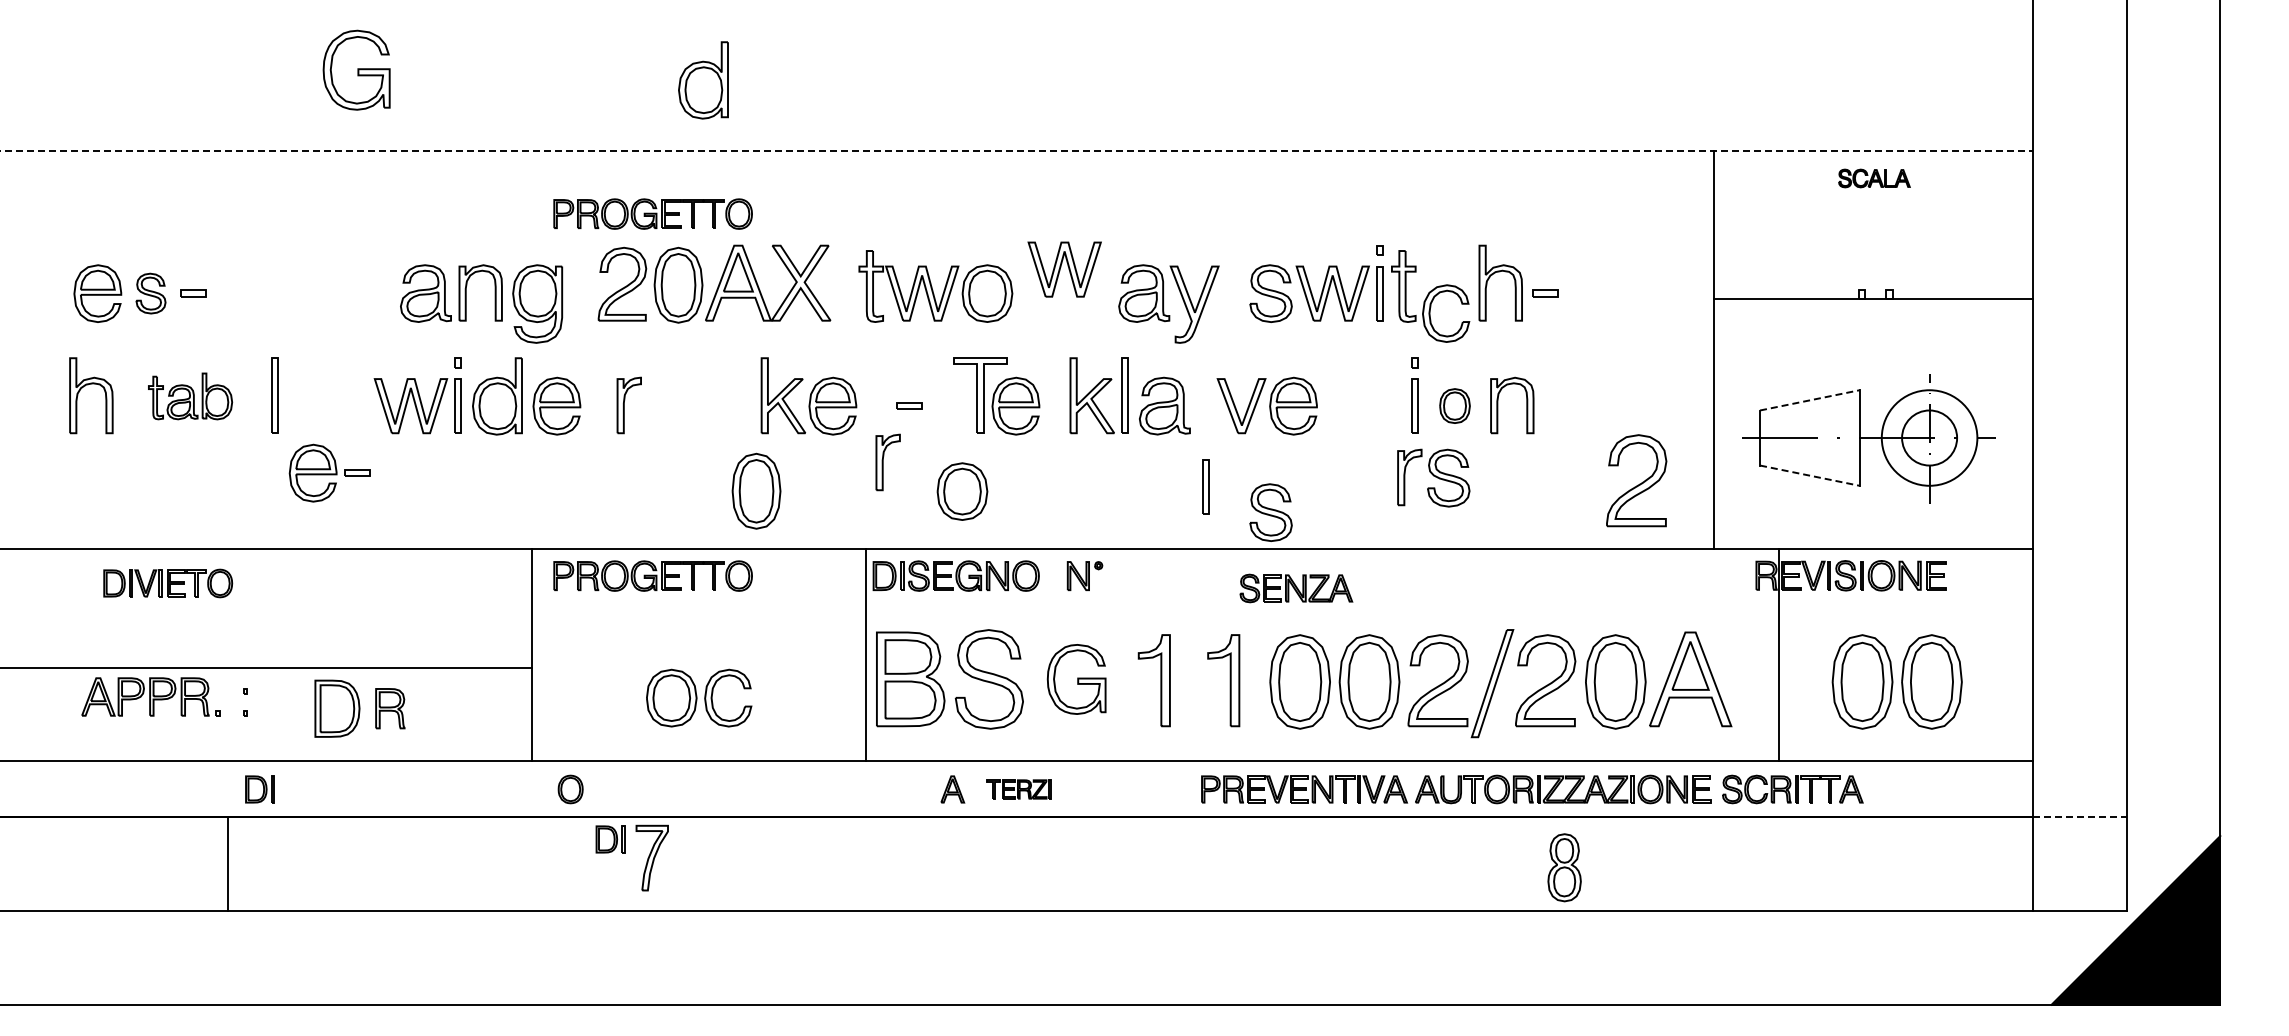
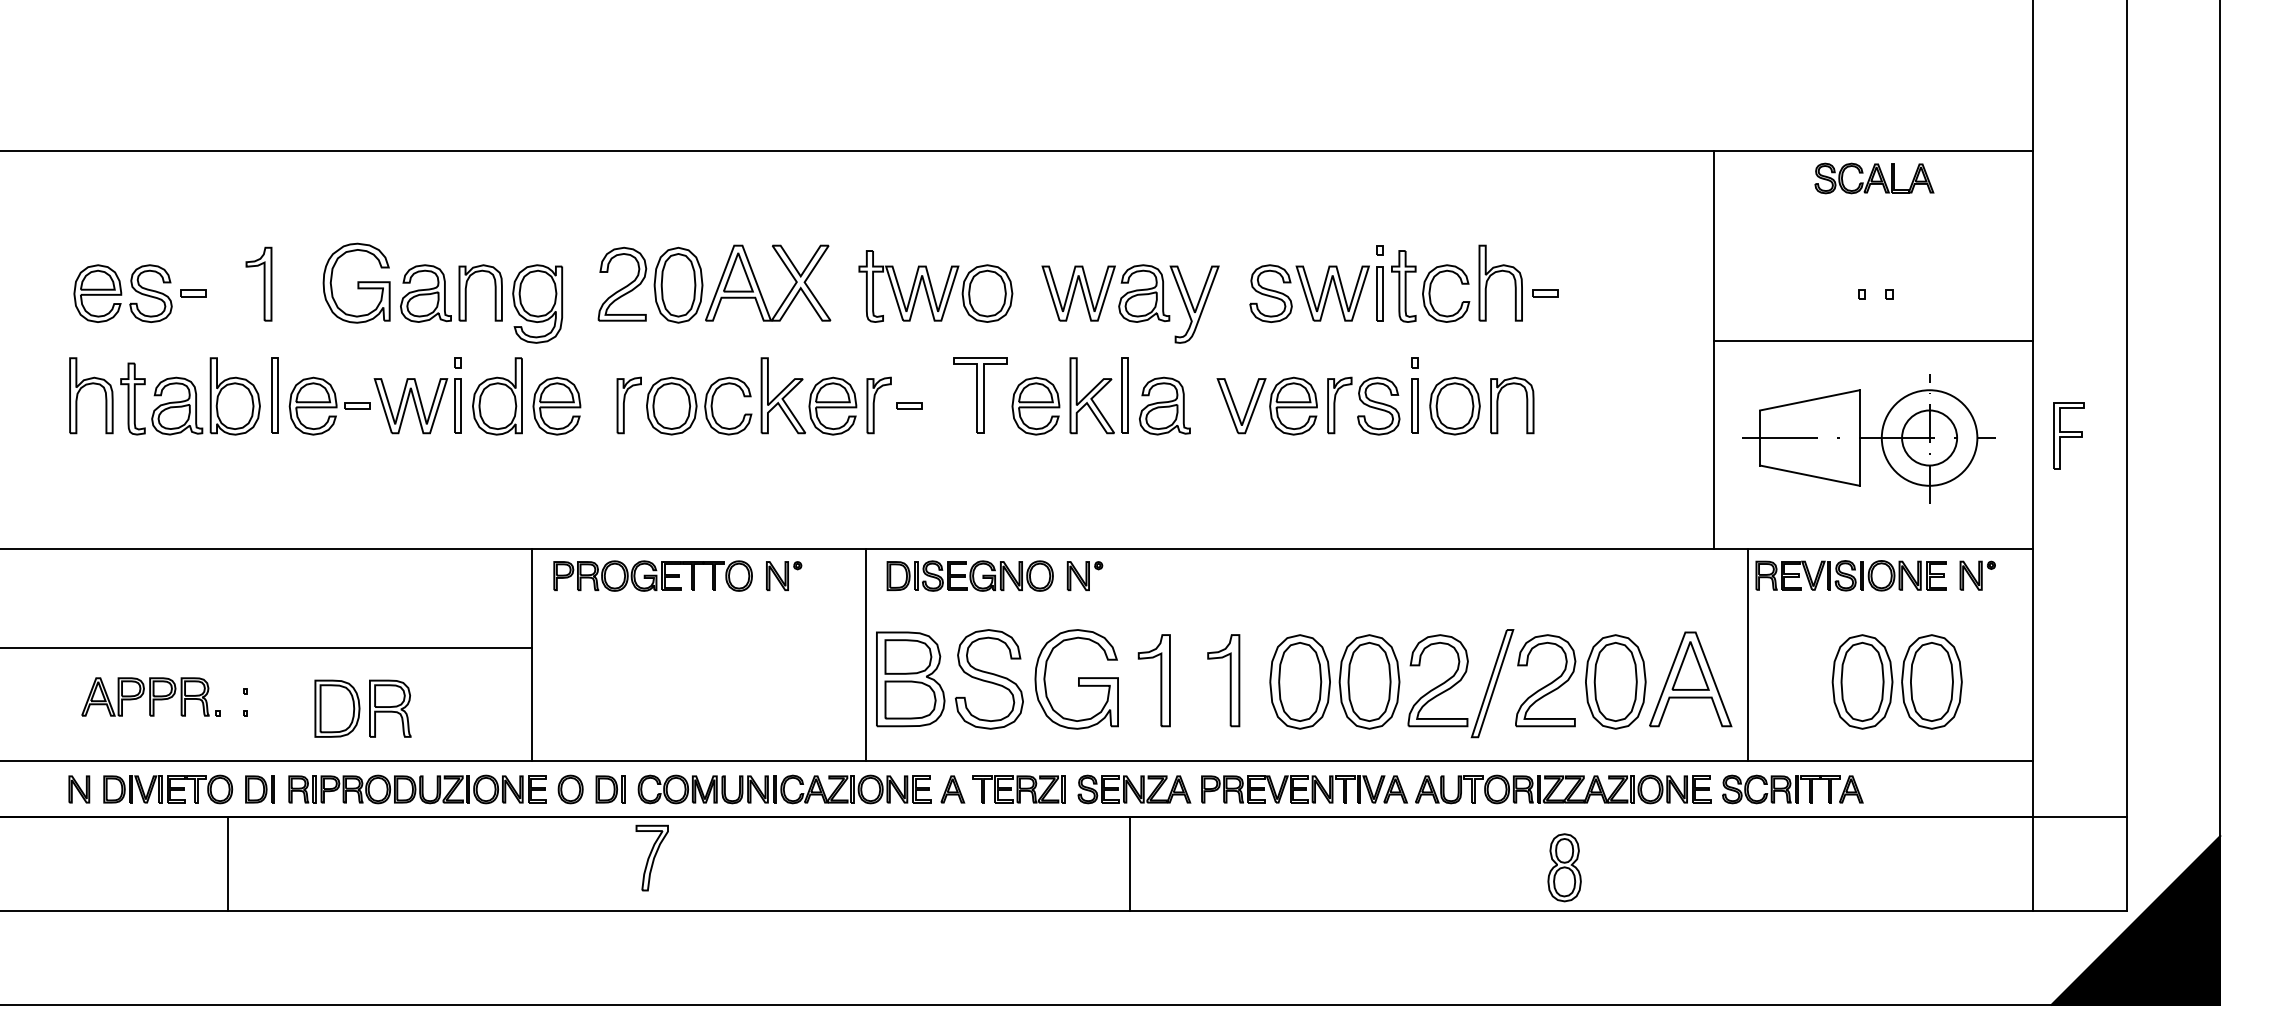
part at (356, 69) position: (356, 69) -> (356, 282)
part at (703, 80): present -> none
line at (1017, 151): dashed -> solid
part at (1874, 178) size: 73x21 px -> 121x33 px
part at (652, 213): present -> none
part at (1064, 269) position: (1064, 269) -> (1078, 293)
part at (258, 283): none -> present
part at (150, 293) size: 32x43 px -> 44x59 px
line at (1872, 299) position: (1872, 299) -> (1872, 341)
part at (1430, 313) position: (1430, 313) -> (1430, 293)
part at (190, 396) size: 86x49 px -> 141x79 px
line at (1809, 400): dashed -> solid
part at (1015, 405) position: (1015, 405) -> (1035, 405)
part at (1454, 405) size: 32x36 px -> 52x60 px
part at (2068, 435): none -> present
part at (887, 462) position: (887, 462) -> (878, 405)
part at (329, 472) position: (329, 472) -> (329, 405)
line at (1809, 475): dashed -> solid
part at (1433, 477) position: (1433, 477) -> (1363, 405)
part at (1636, 480): present -> none
part at (1205, 486): present -> none
part at (756, 490): present -> none
part at (962, 491): present -> none
part at (1270, 512): present -> none
part at (955, 575) position: (955, 575) -> (969, 575)
part at (1977, 575): none -> present
part at (784, 576): none -> present
part at (168, 583) position: (168, 583) -> (168, 789)
part at (1296, 588) position: (1296, 588) -> (1134, 789)
line at (1778, 655) position: (1778, 655) -> (1747, 655)
line at (267, 668) position: (267, 668) -> (267, 648)
part at (1076, 679) size: 61x71 px -> 85x101 px
part at (699, 697) position: (699, 697) -> (699, 405)
part at (390, 708) size: 31x42 px -> 43x59 px
part at (79, 789): none -> present
part at (417, 789): none -> present
part at (784, 789): none -> present
part at (1018, 789) size: 66x21 px -> 94x29 px
line at (2079, 817): dashed -> solid
part at (610, 839) position: (610, 839) -> (610, 789)
line at (1130, 864): none -> present
